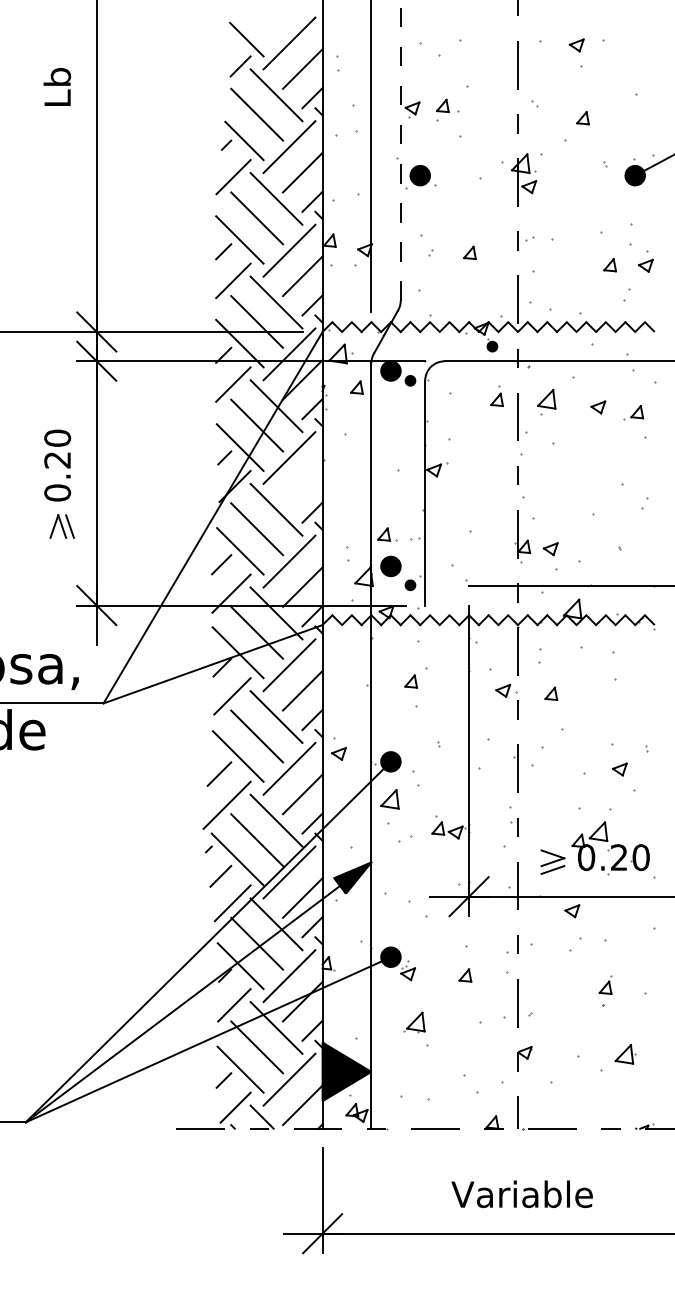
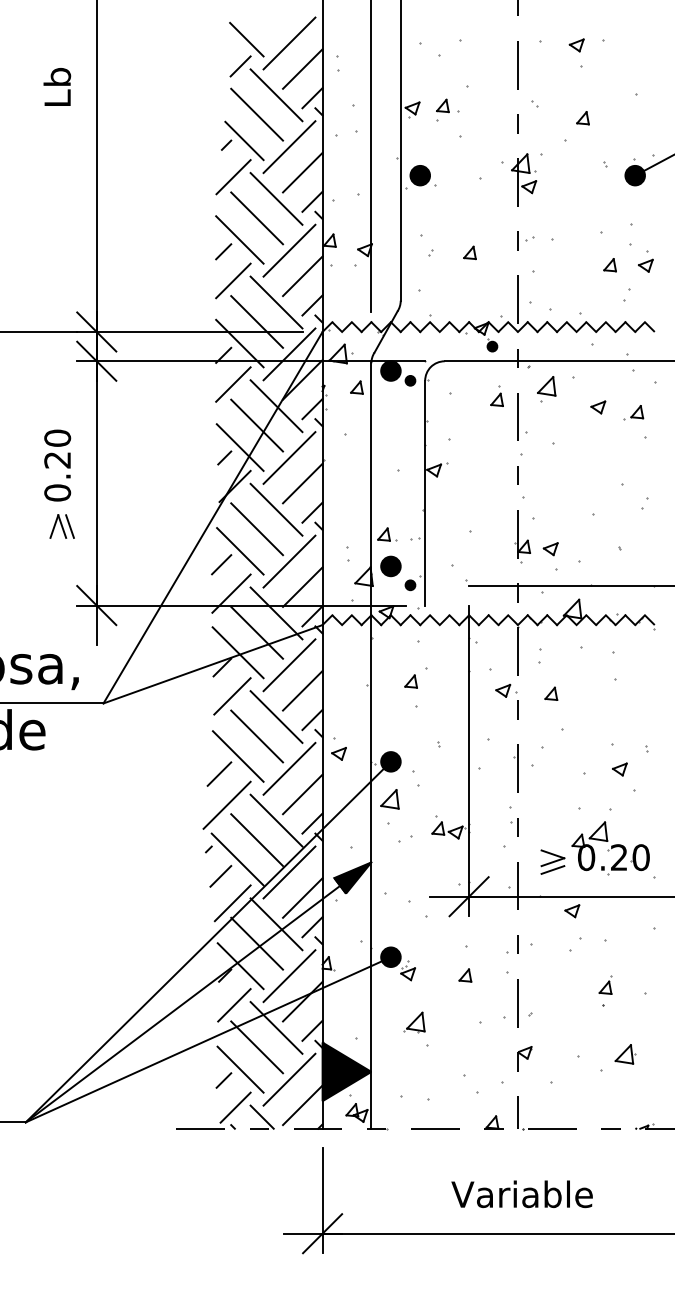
line at (400, 150): dashed -> solid
part at (546, 402) position: (546, 402) -> (546, 389)
line at (302, 483): none -> present
